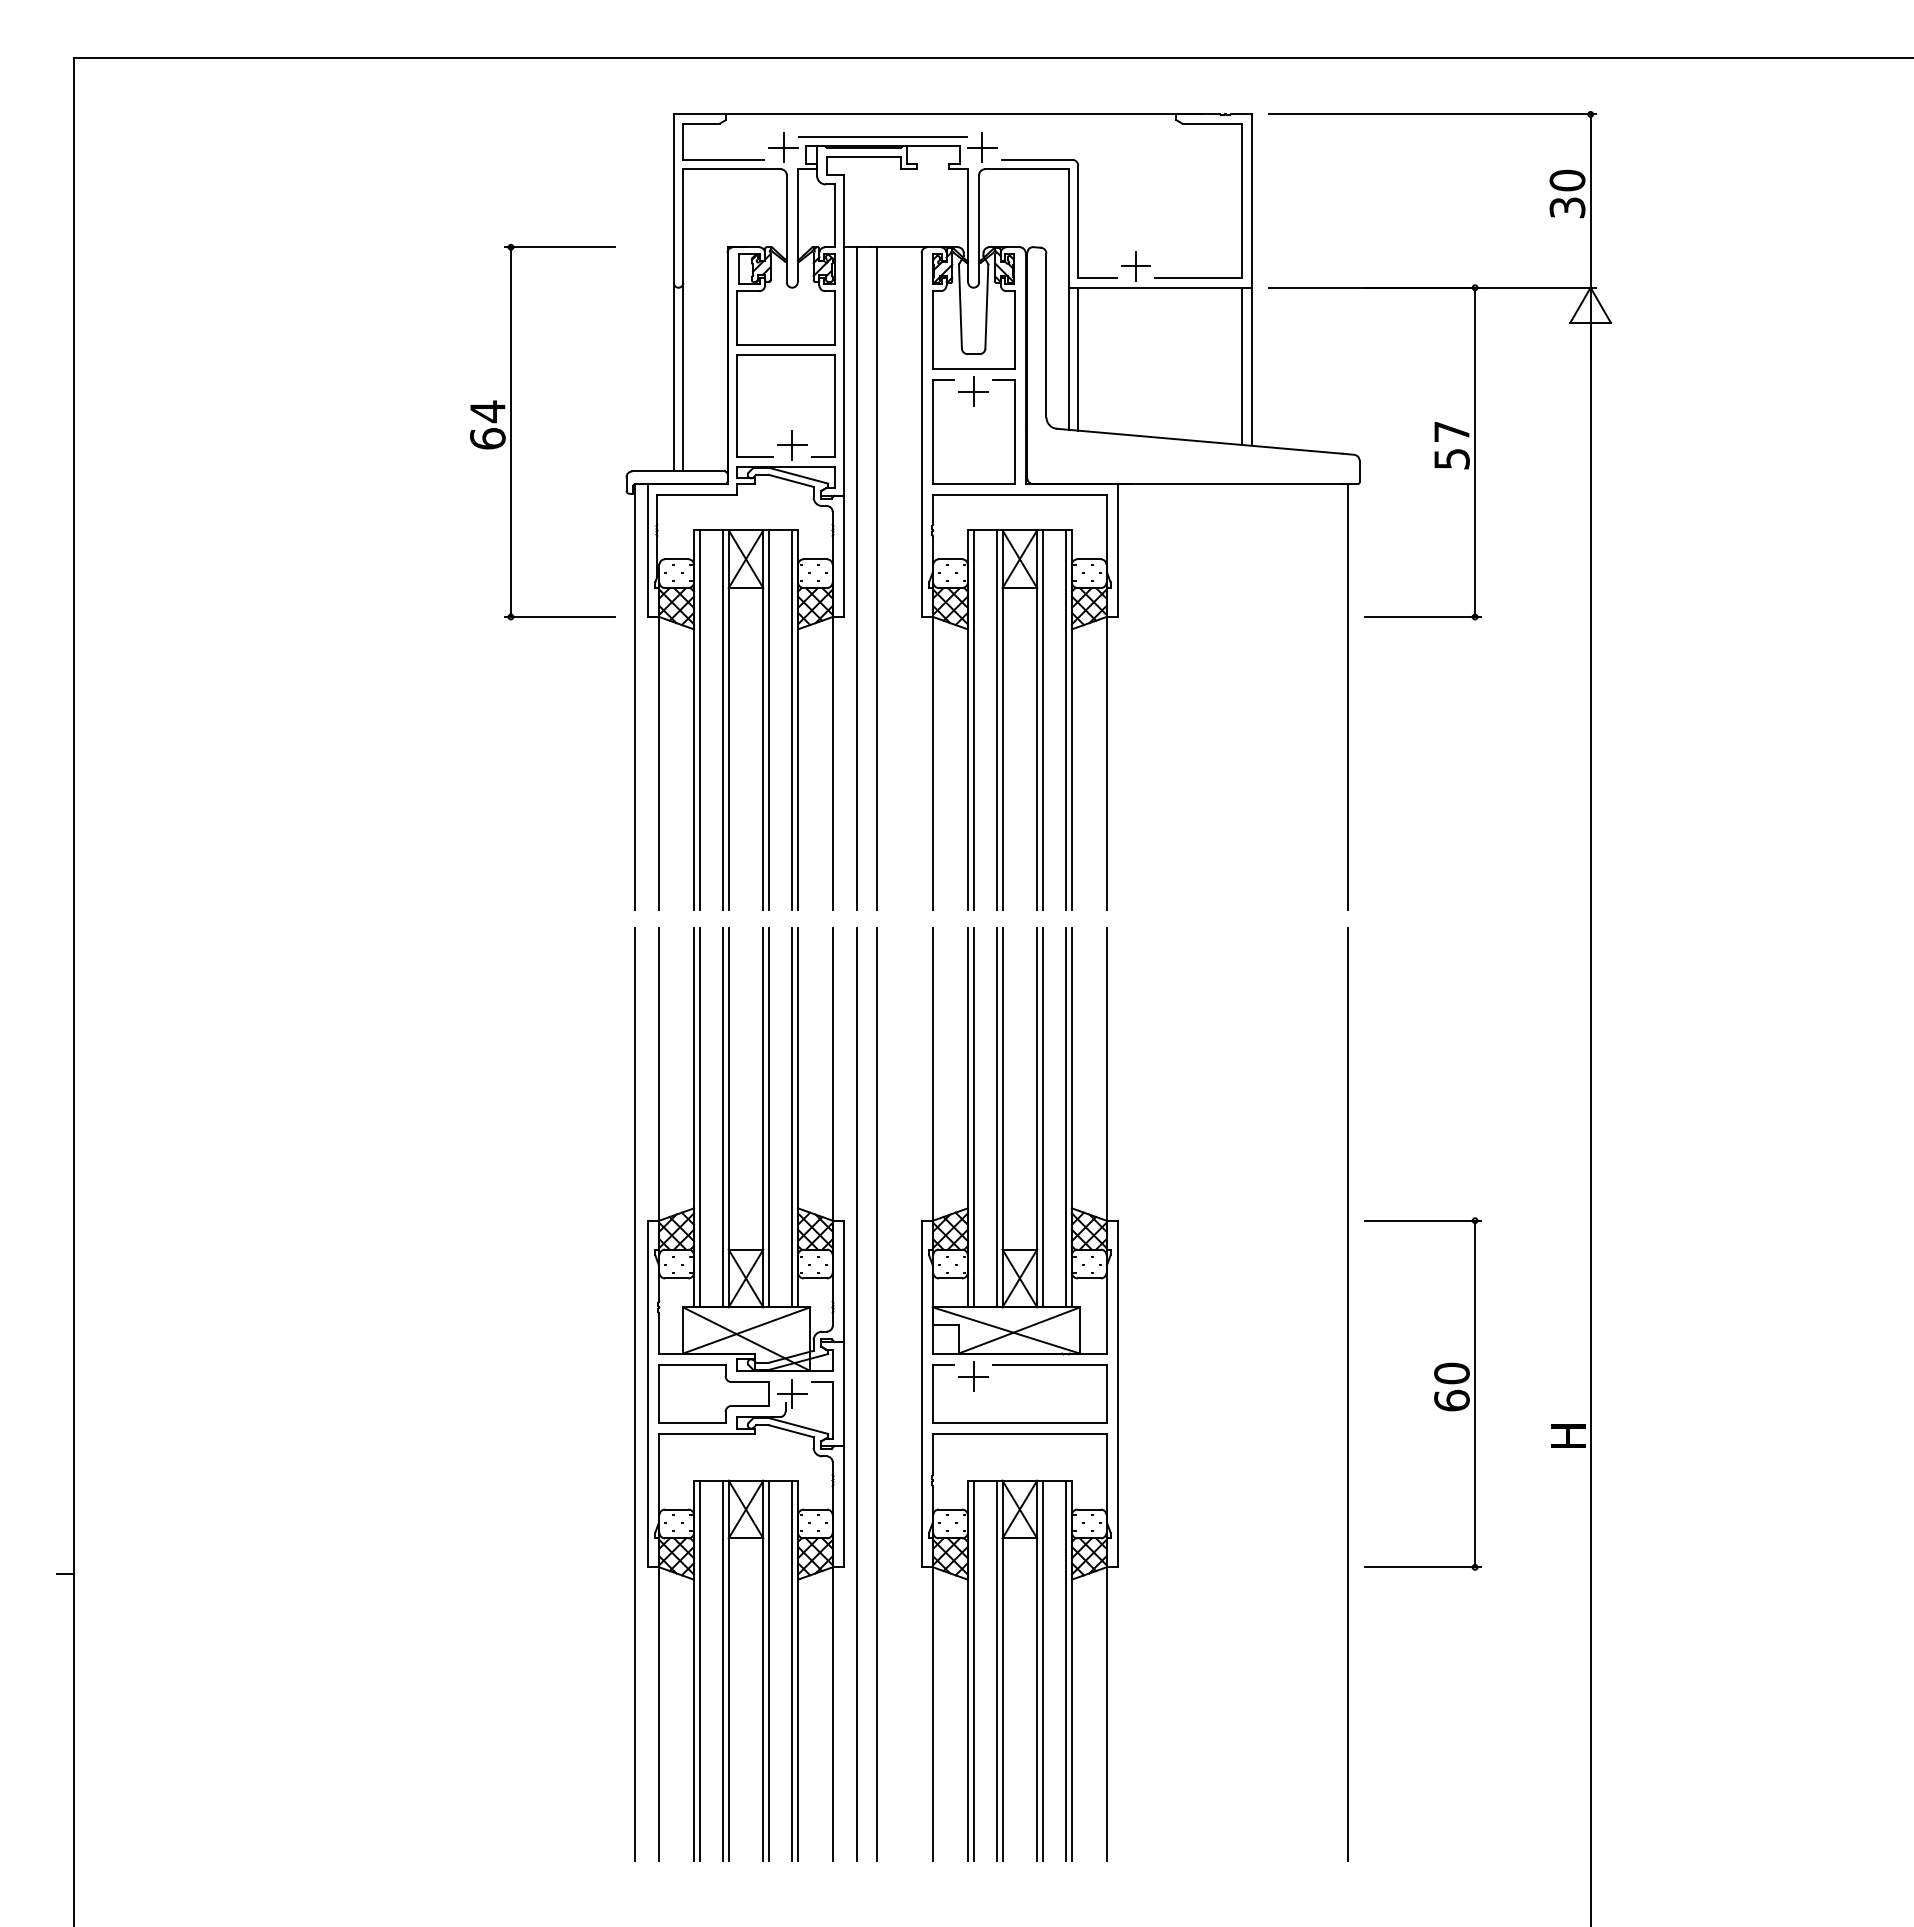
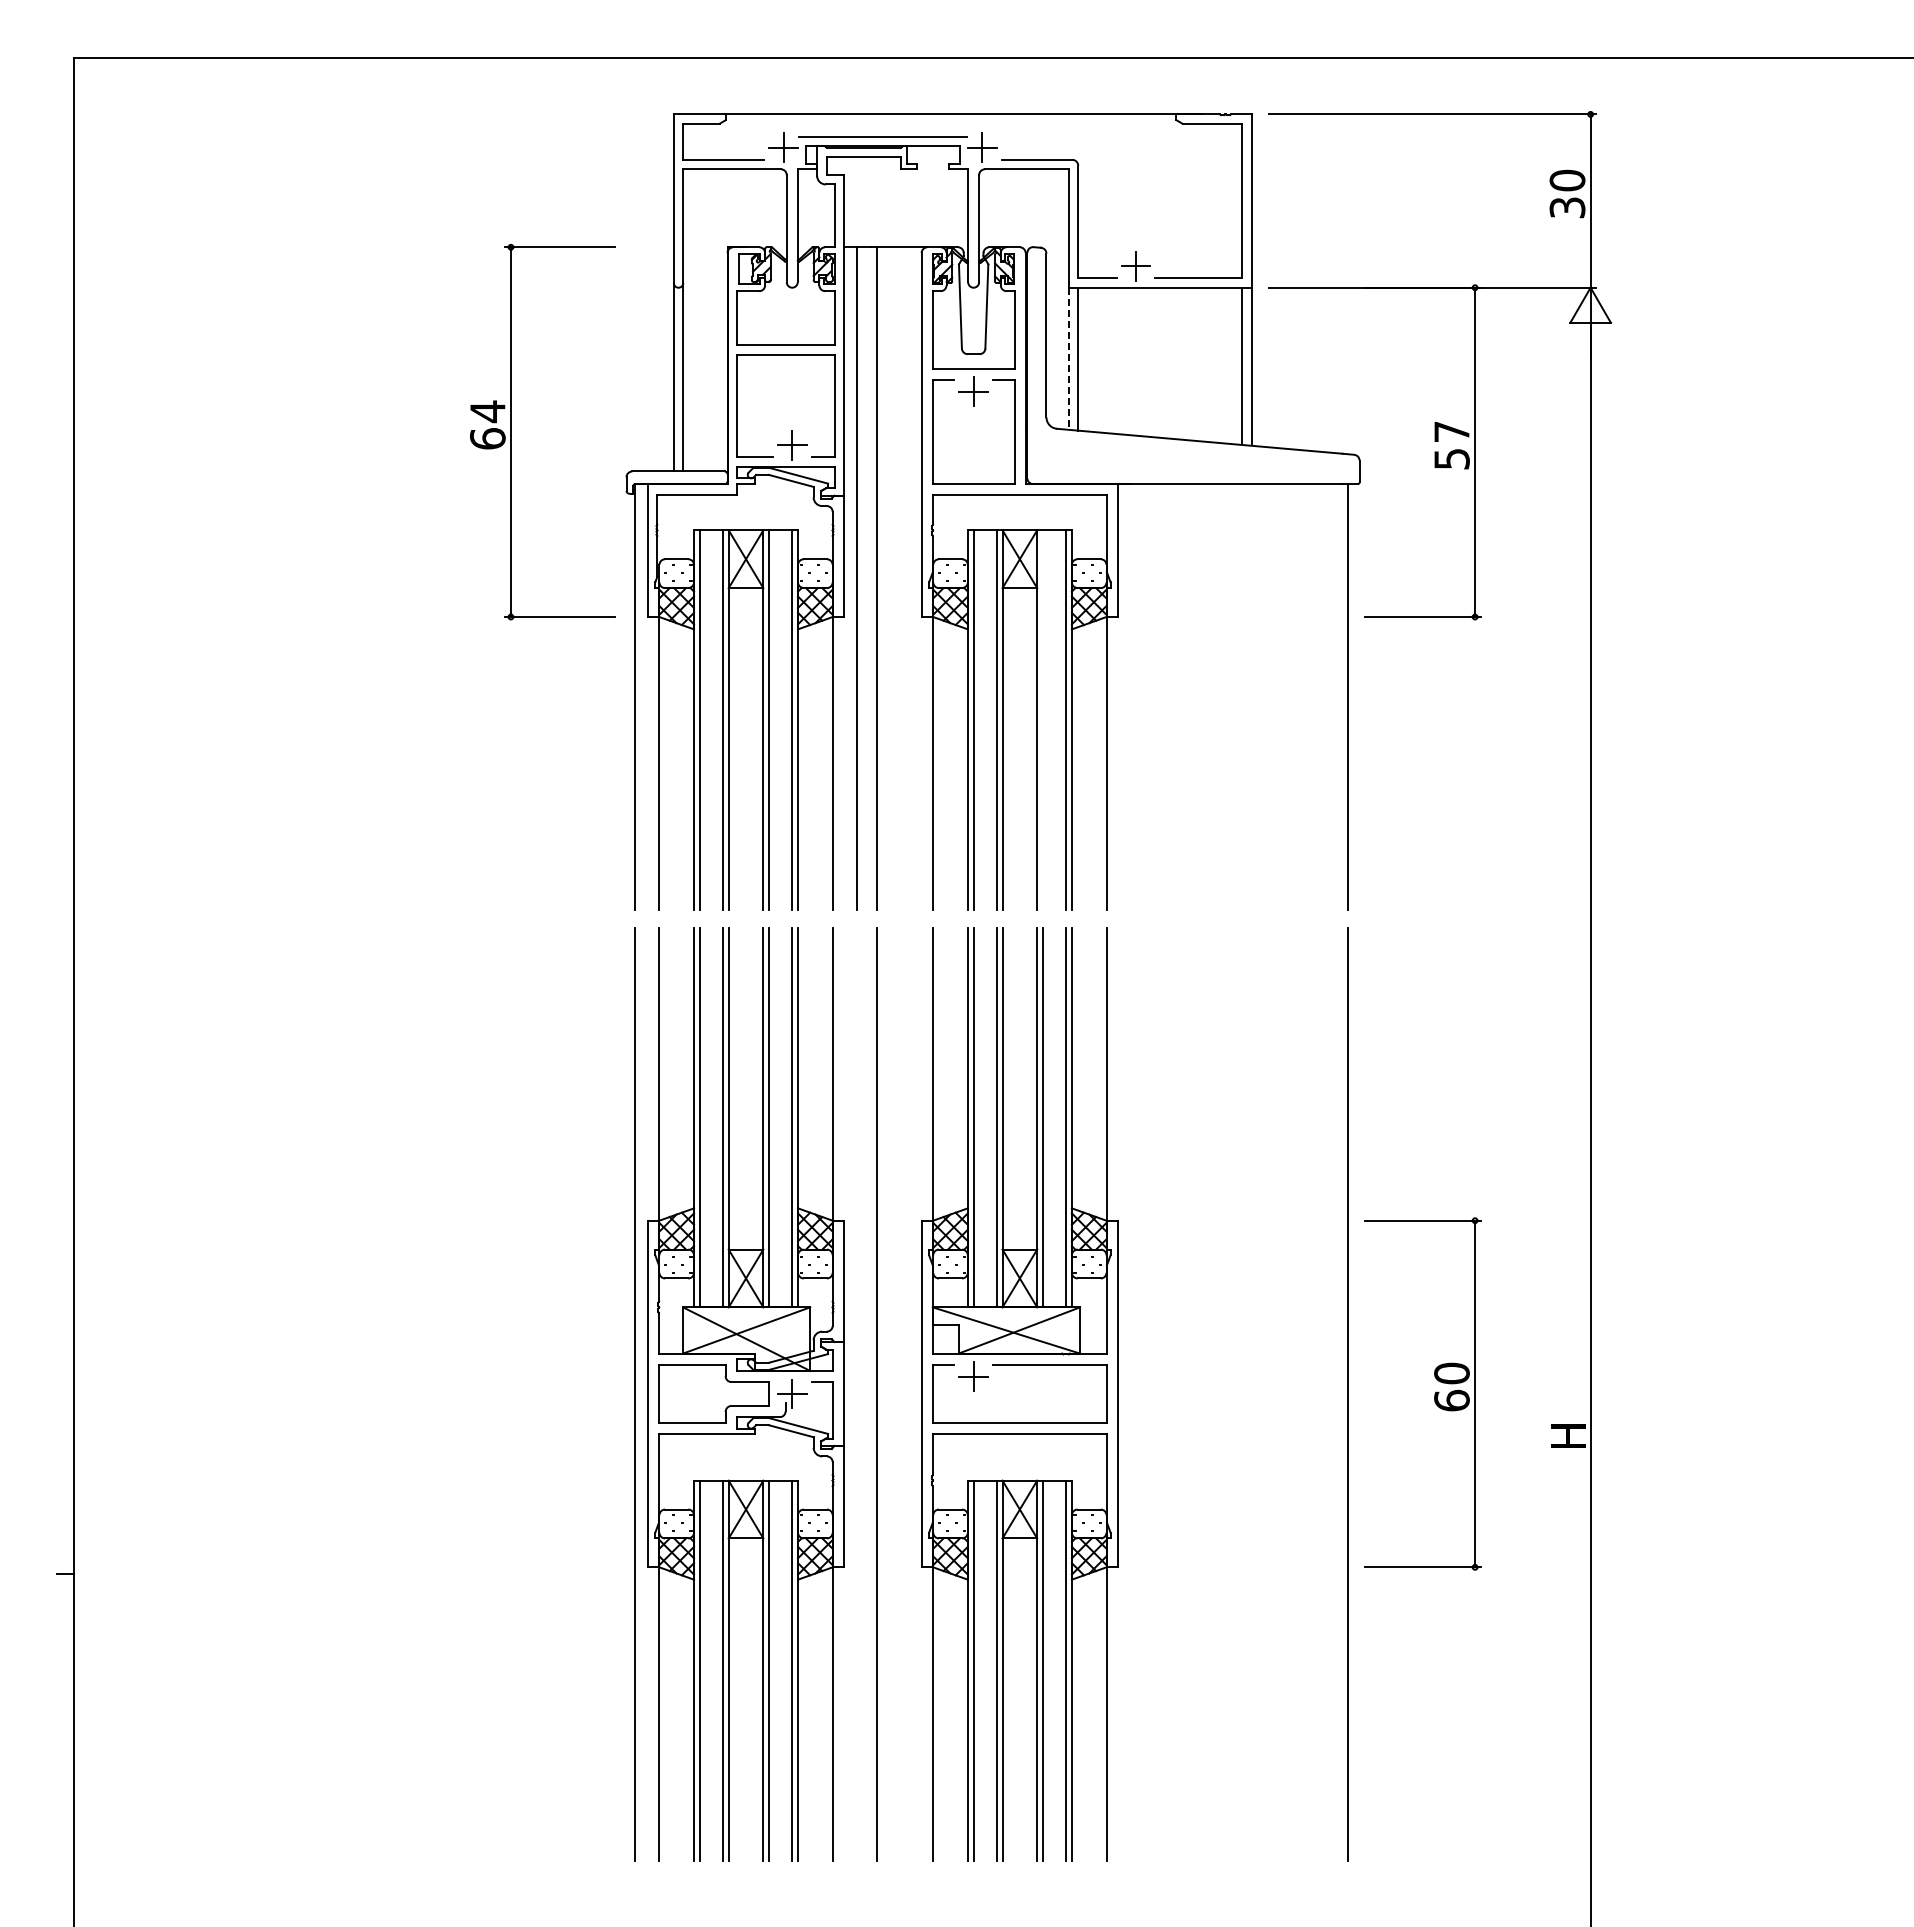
line at (1068, 359): solid -> dashed
line at (1042, 720): present -> none
line at (856, 1393): present -> none
